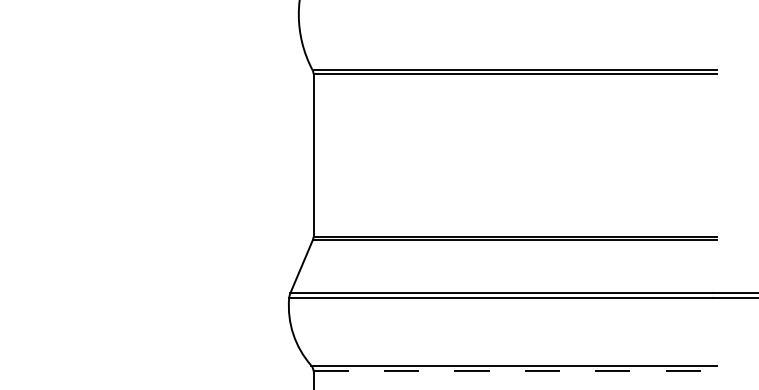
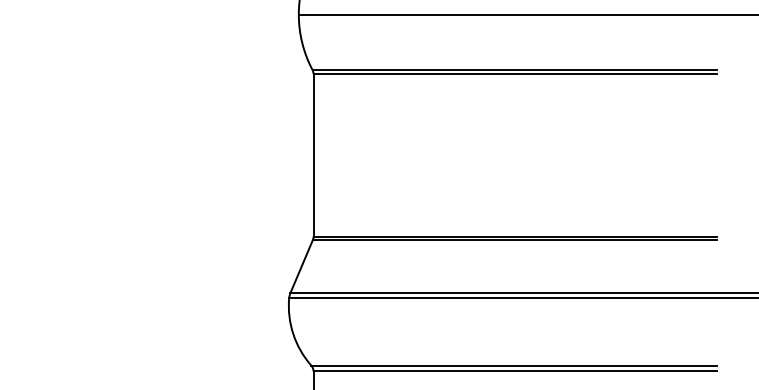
line at (526, 14): none -> present
line at (515, 371): dashed -> solid
